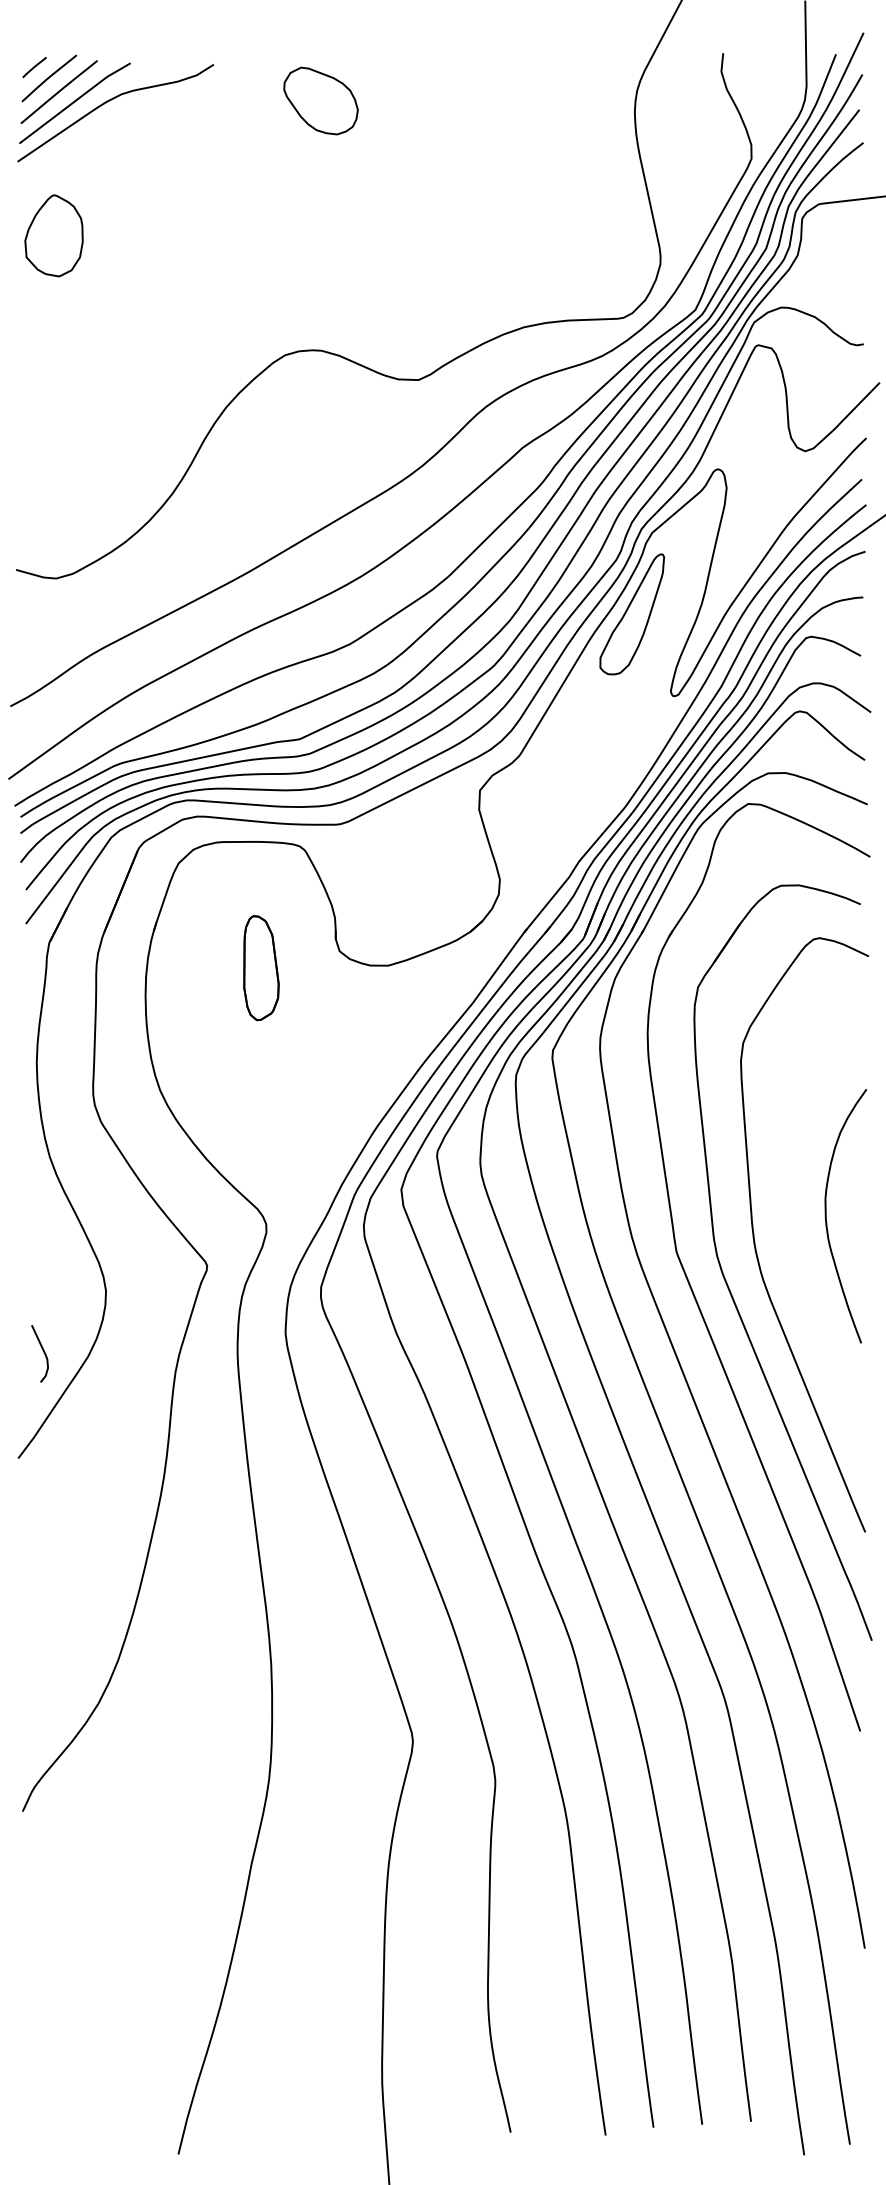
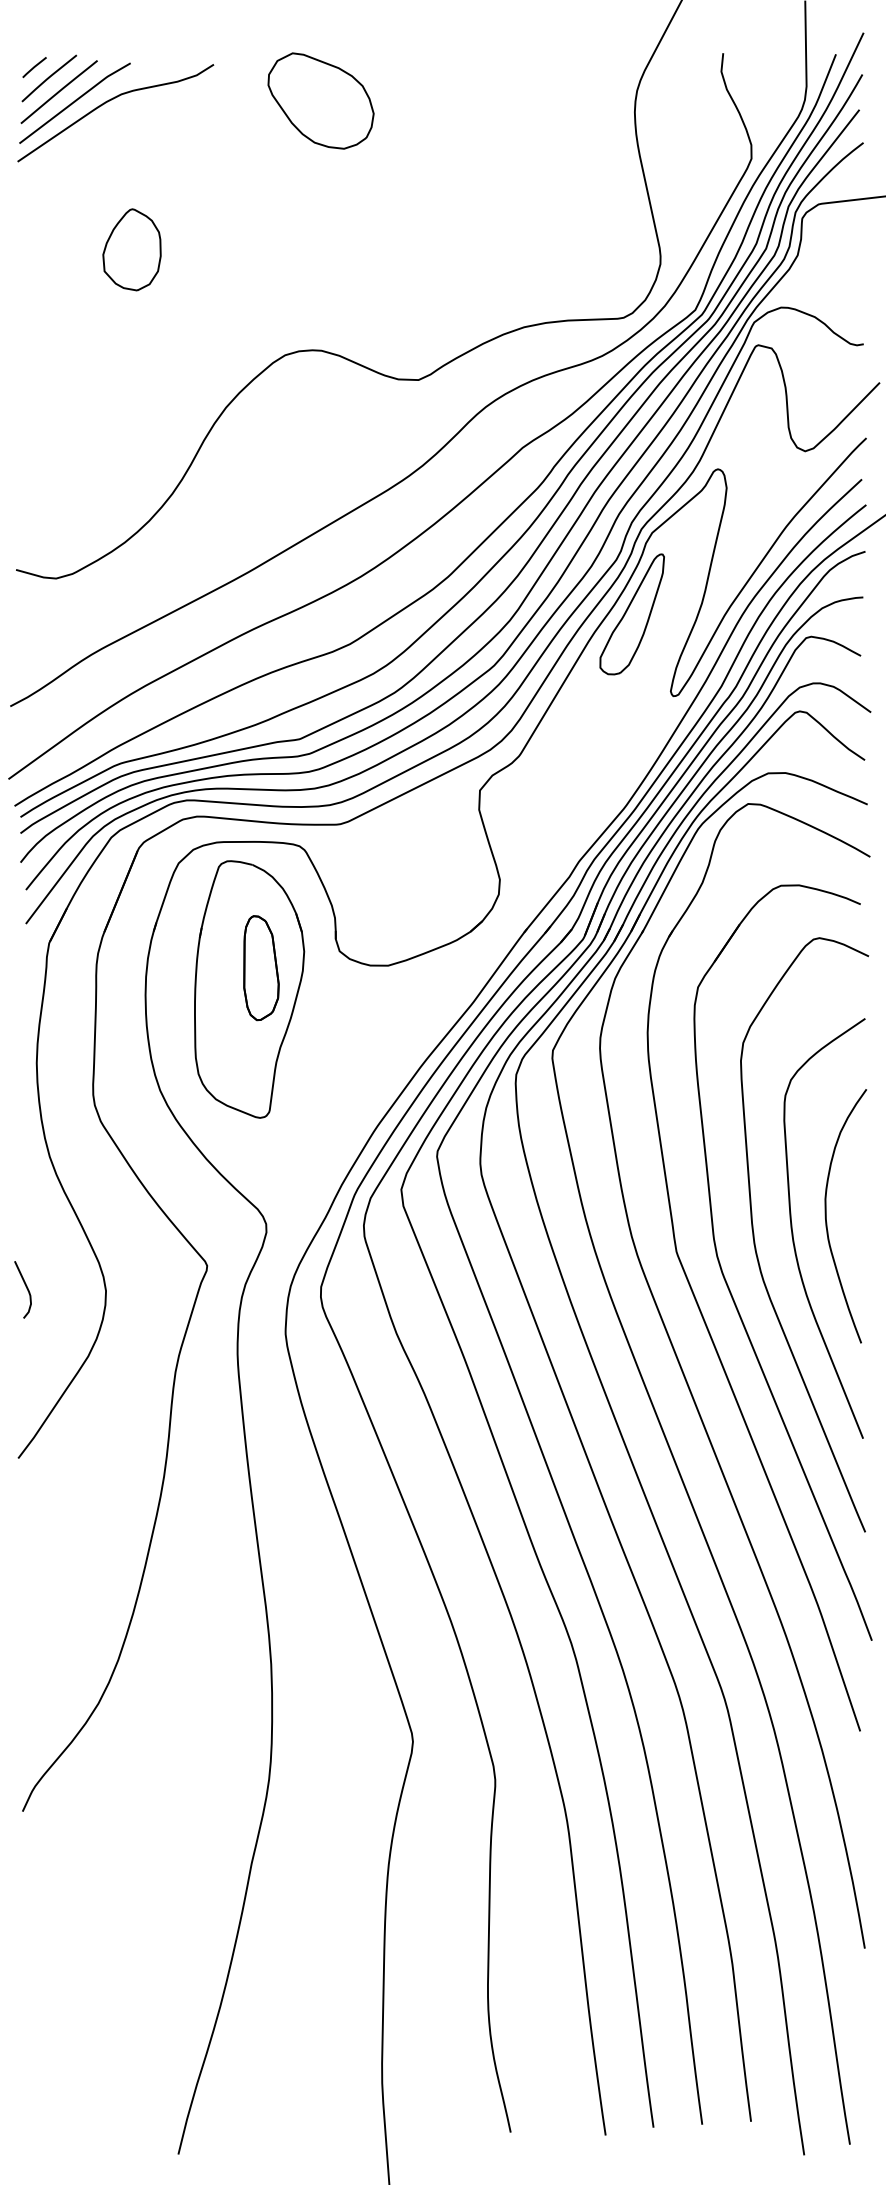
part at (320, 100) size: 76x70 px -> 108x98 px
part at (53, 235) position: (53, 235) -> (131, 249)
part at (249, 989): none -> present
curve at (793, 1232): none -> present
curve at (43, 1352) position: (43, 1352) -> (26, 1288)
